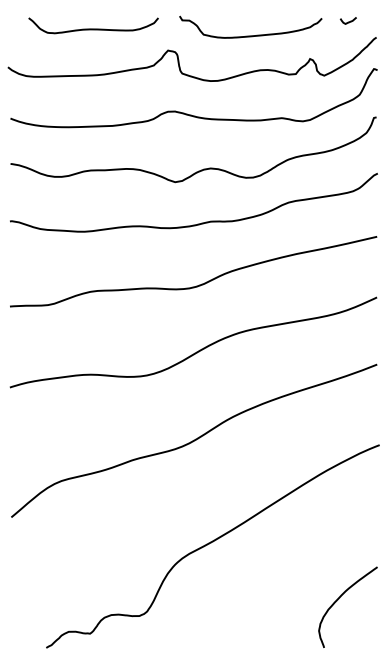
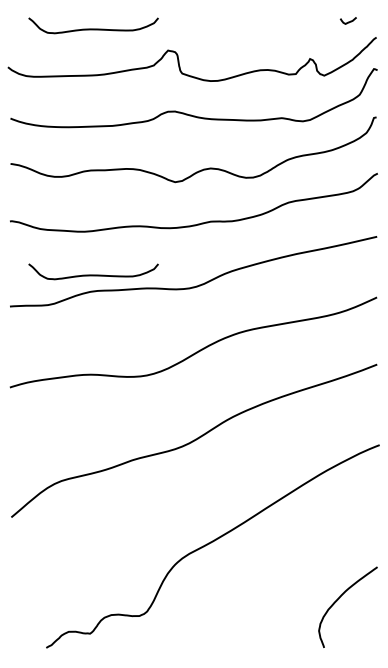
curve at (250, 35): present -> none
curve at (93, 274): none -> present
